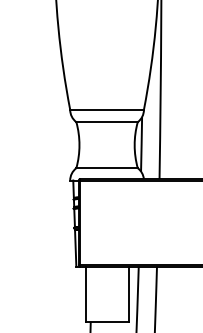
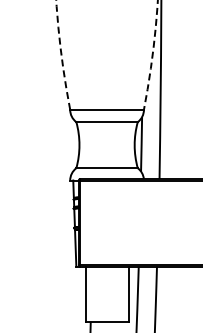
arc at (61, 54): solid -> dashed
arc at (152, 54): solid -> dashed
